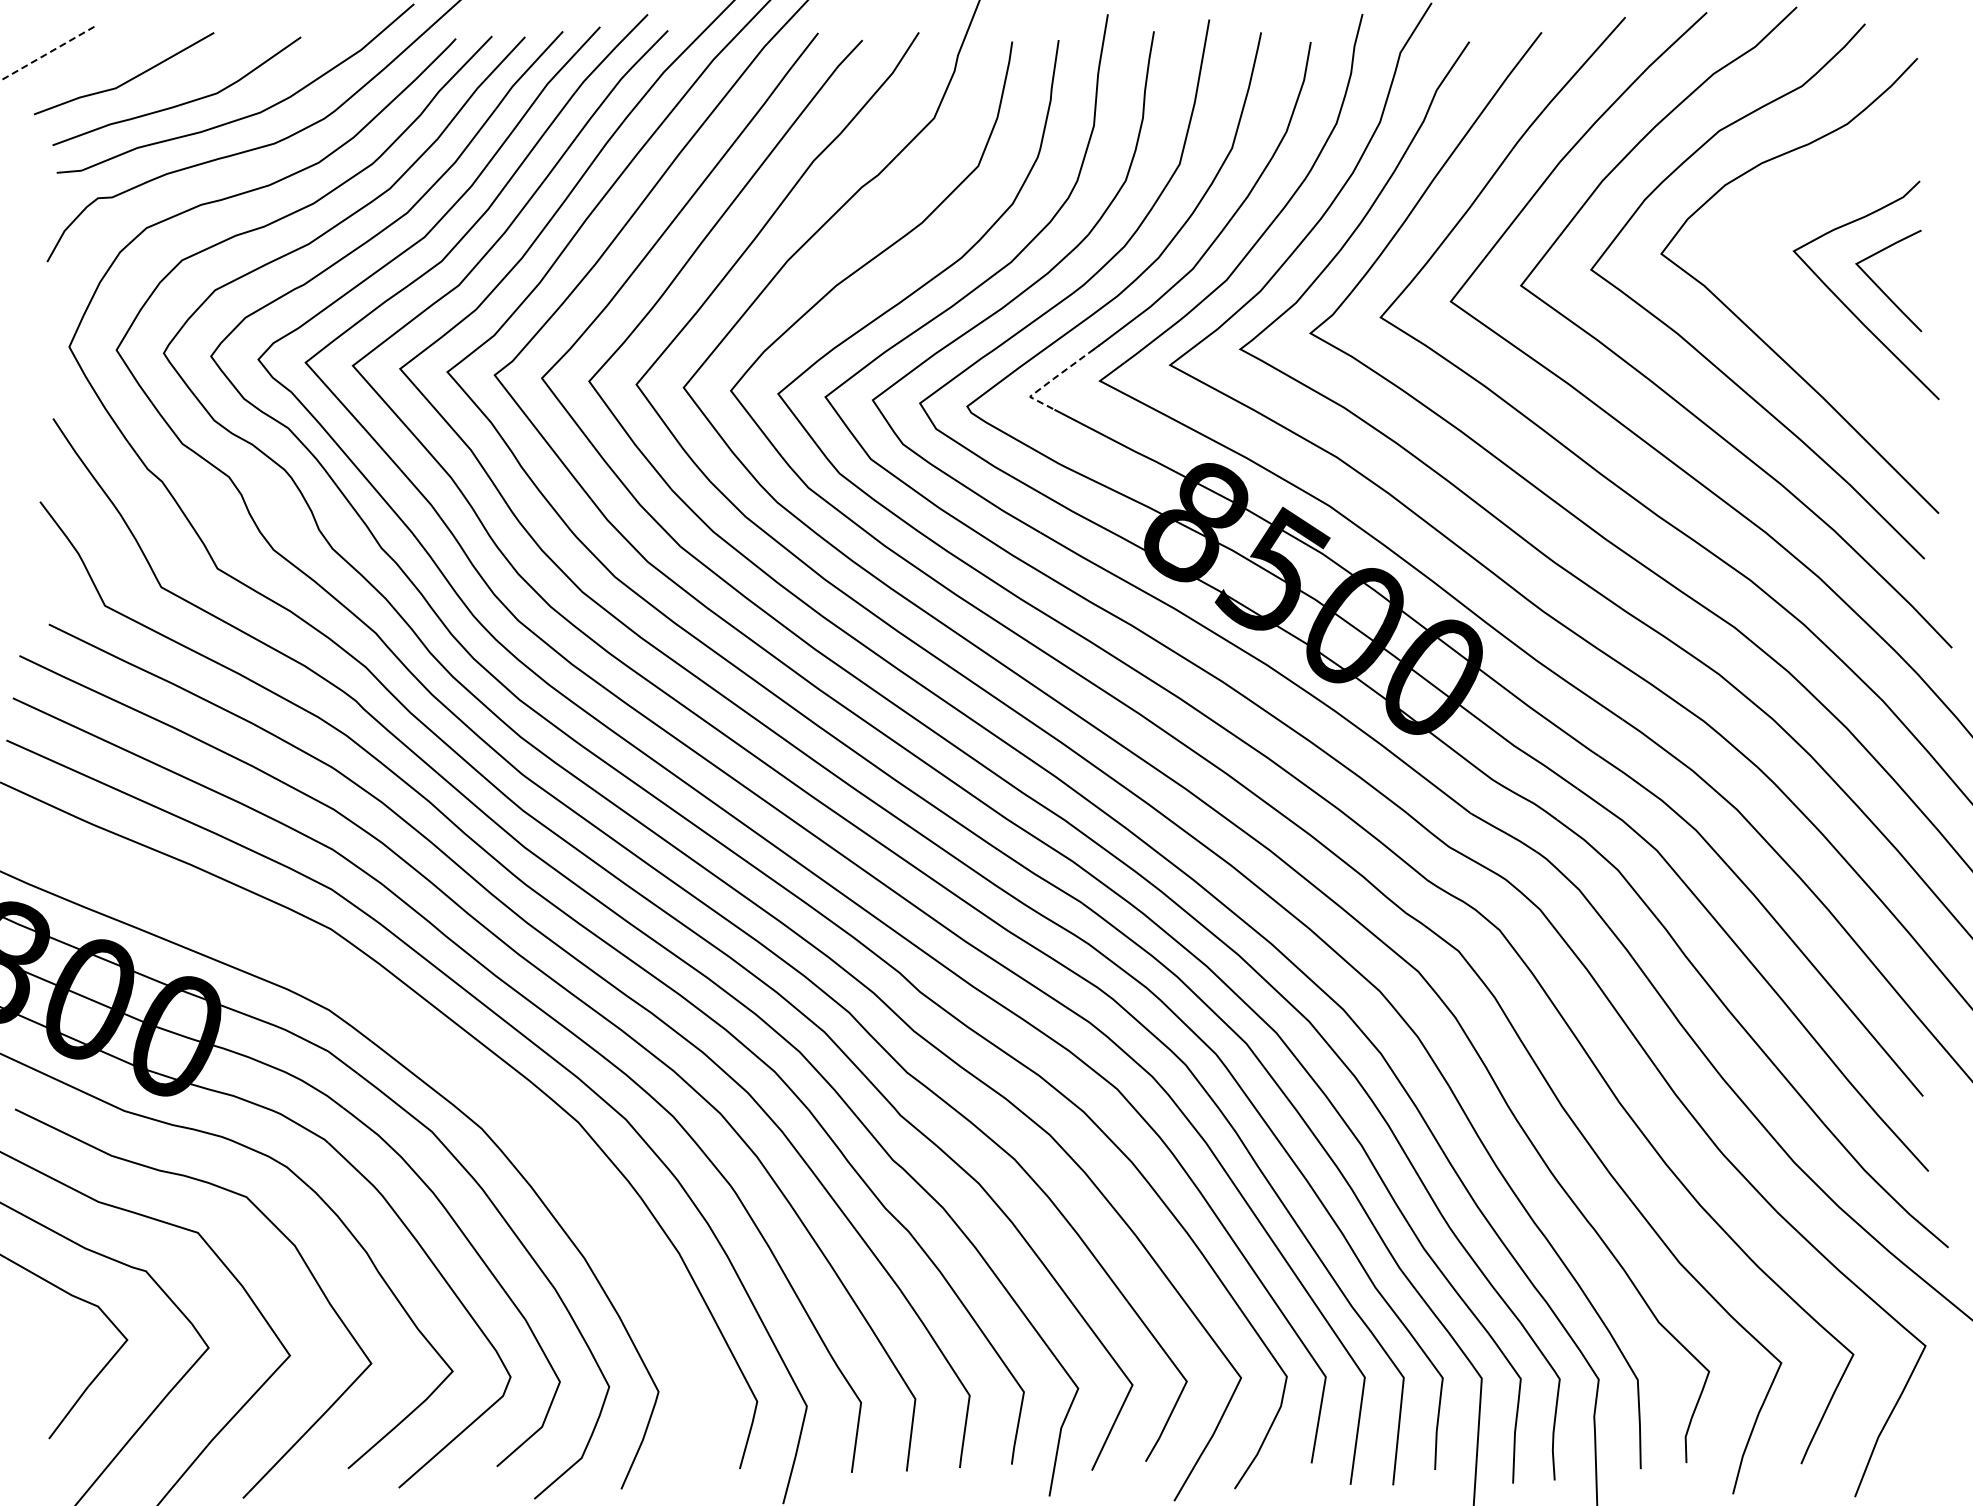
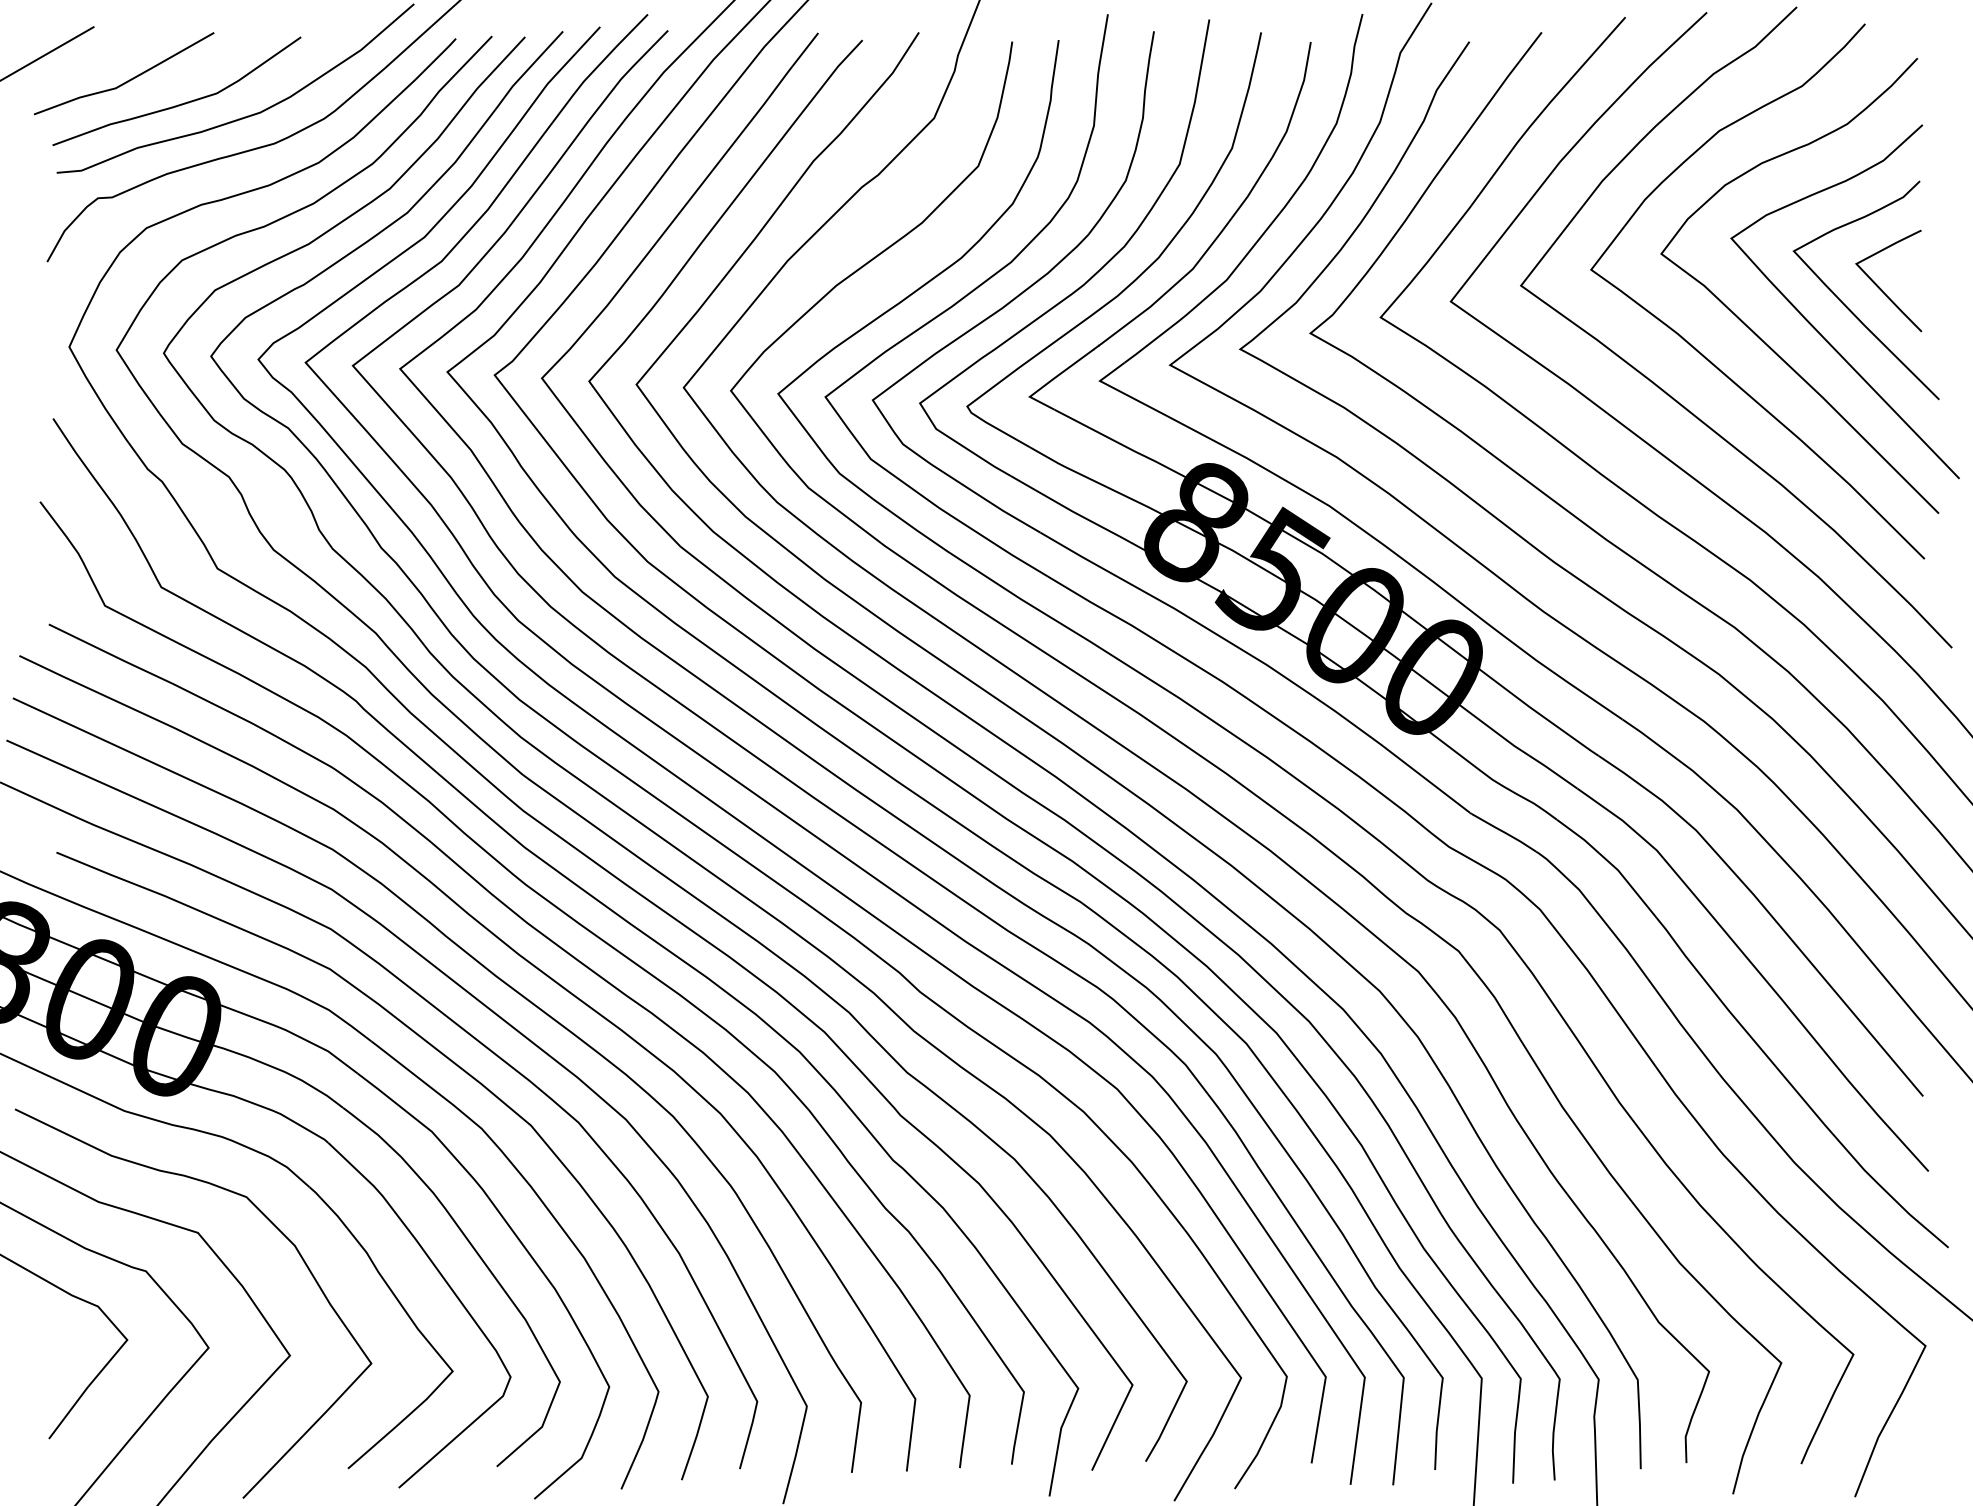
line at (46, 54): dashed -> solid
curve at (1816, 328): none -> present
line at (1050, 381): dashed -> solid
curve at (455, 1065): none -> present
